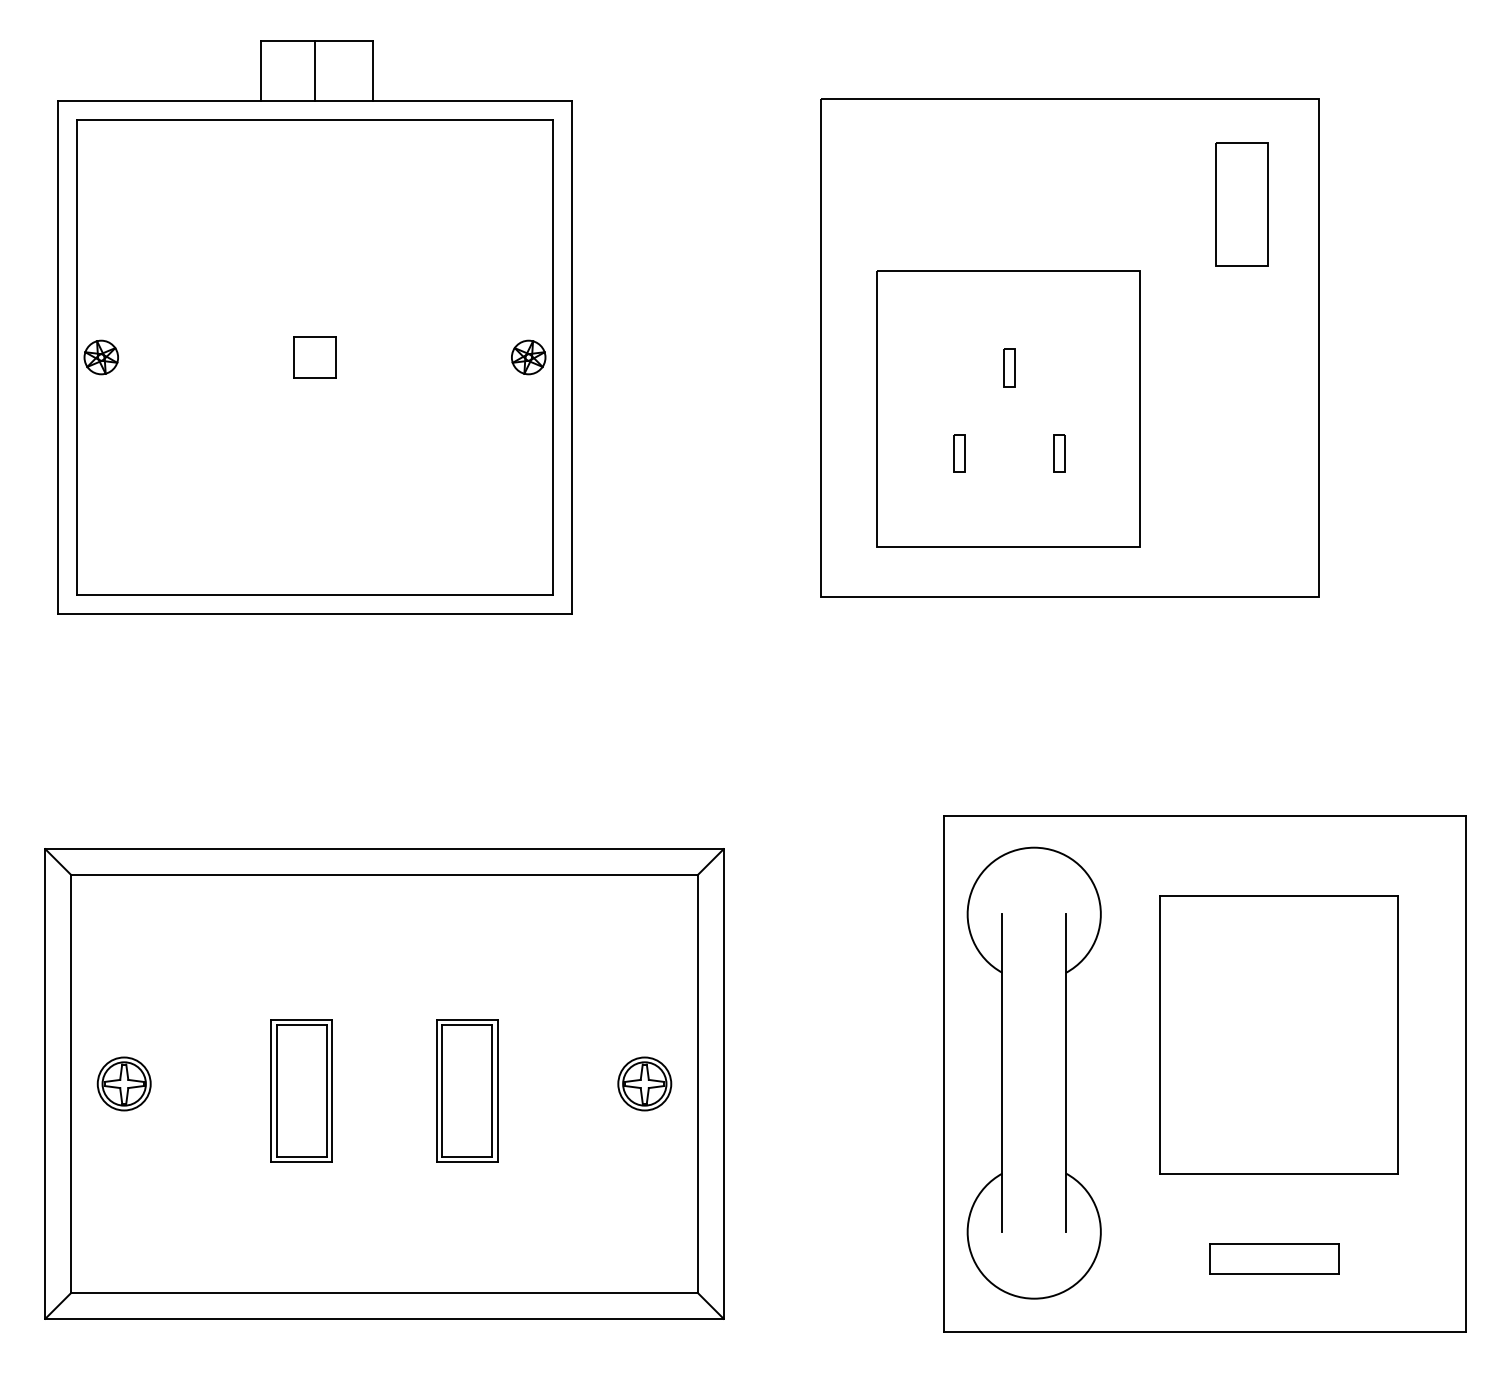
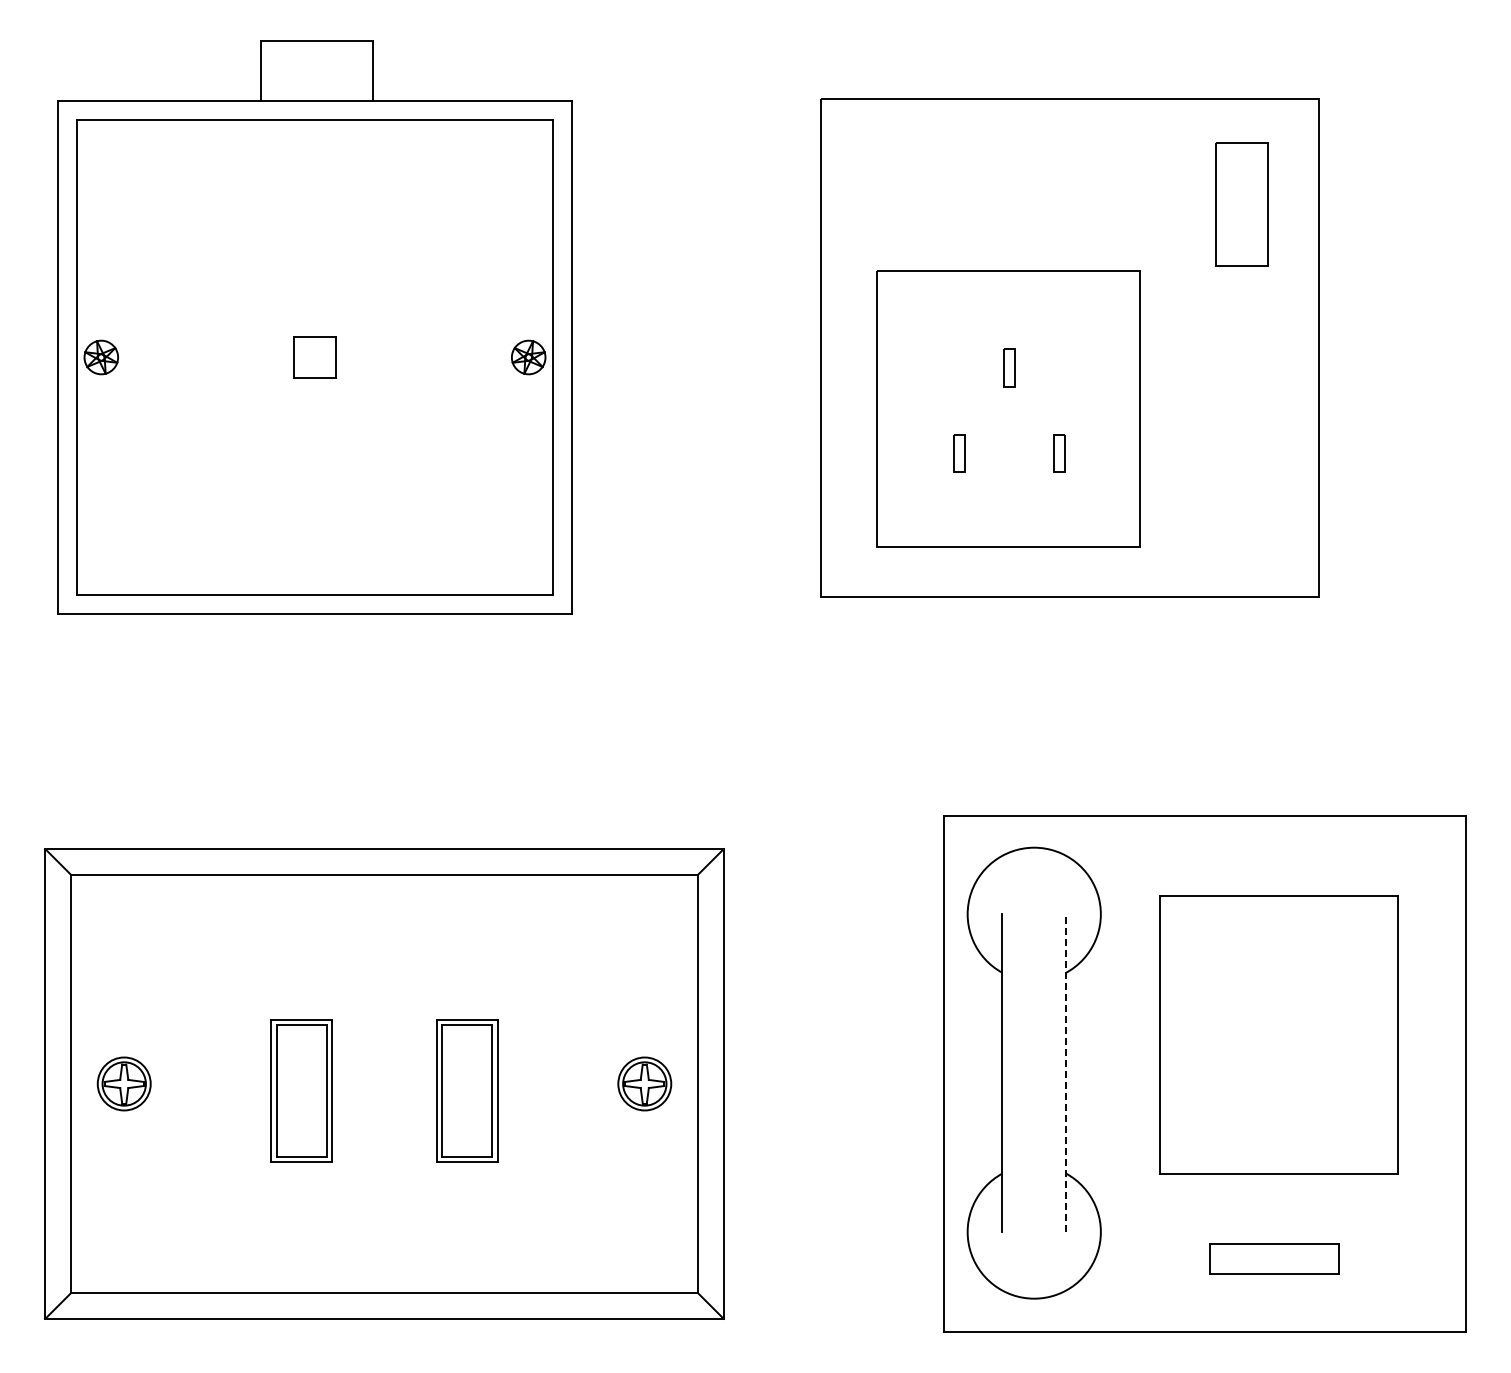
line at (315, 70): present -> none
line at (1066, 1073): solid -> dashed
